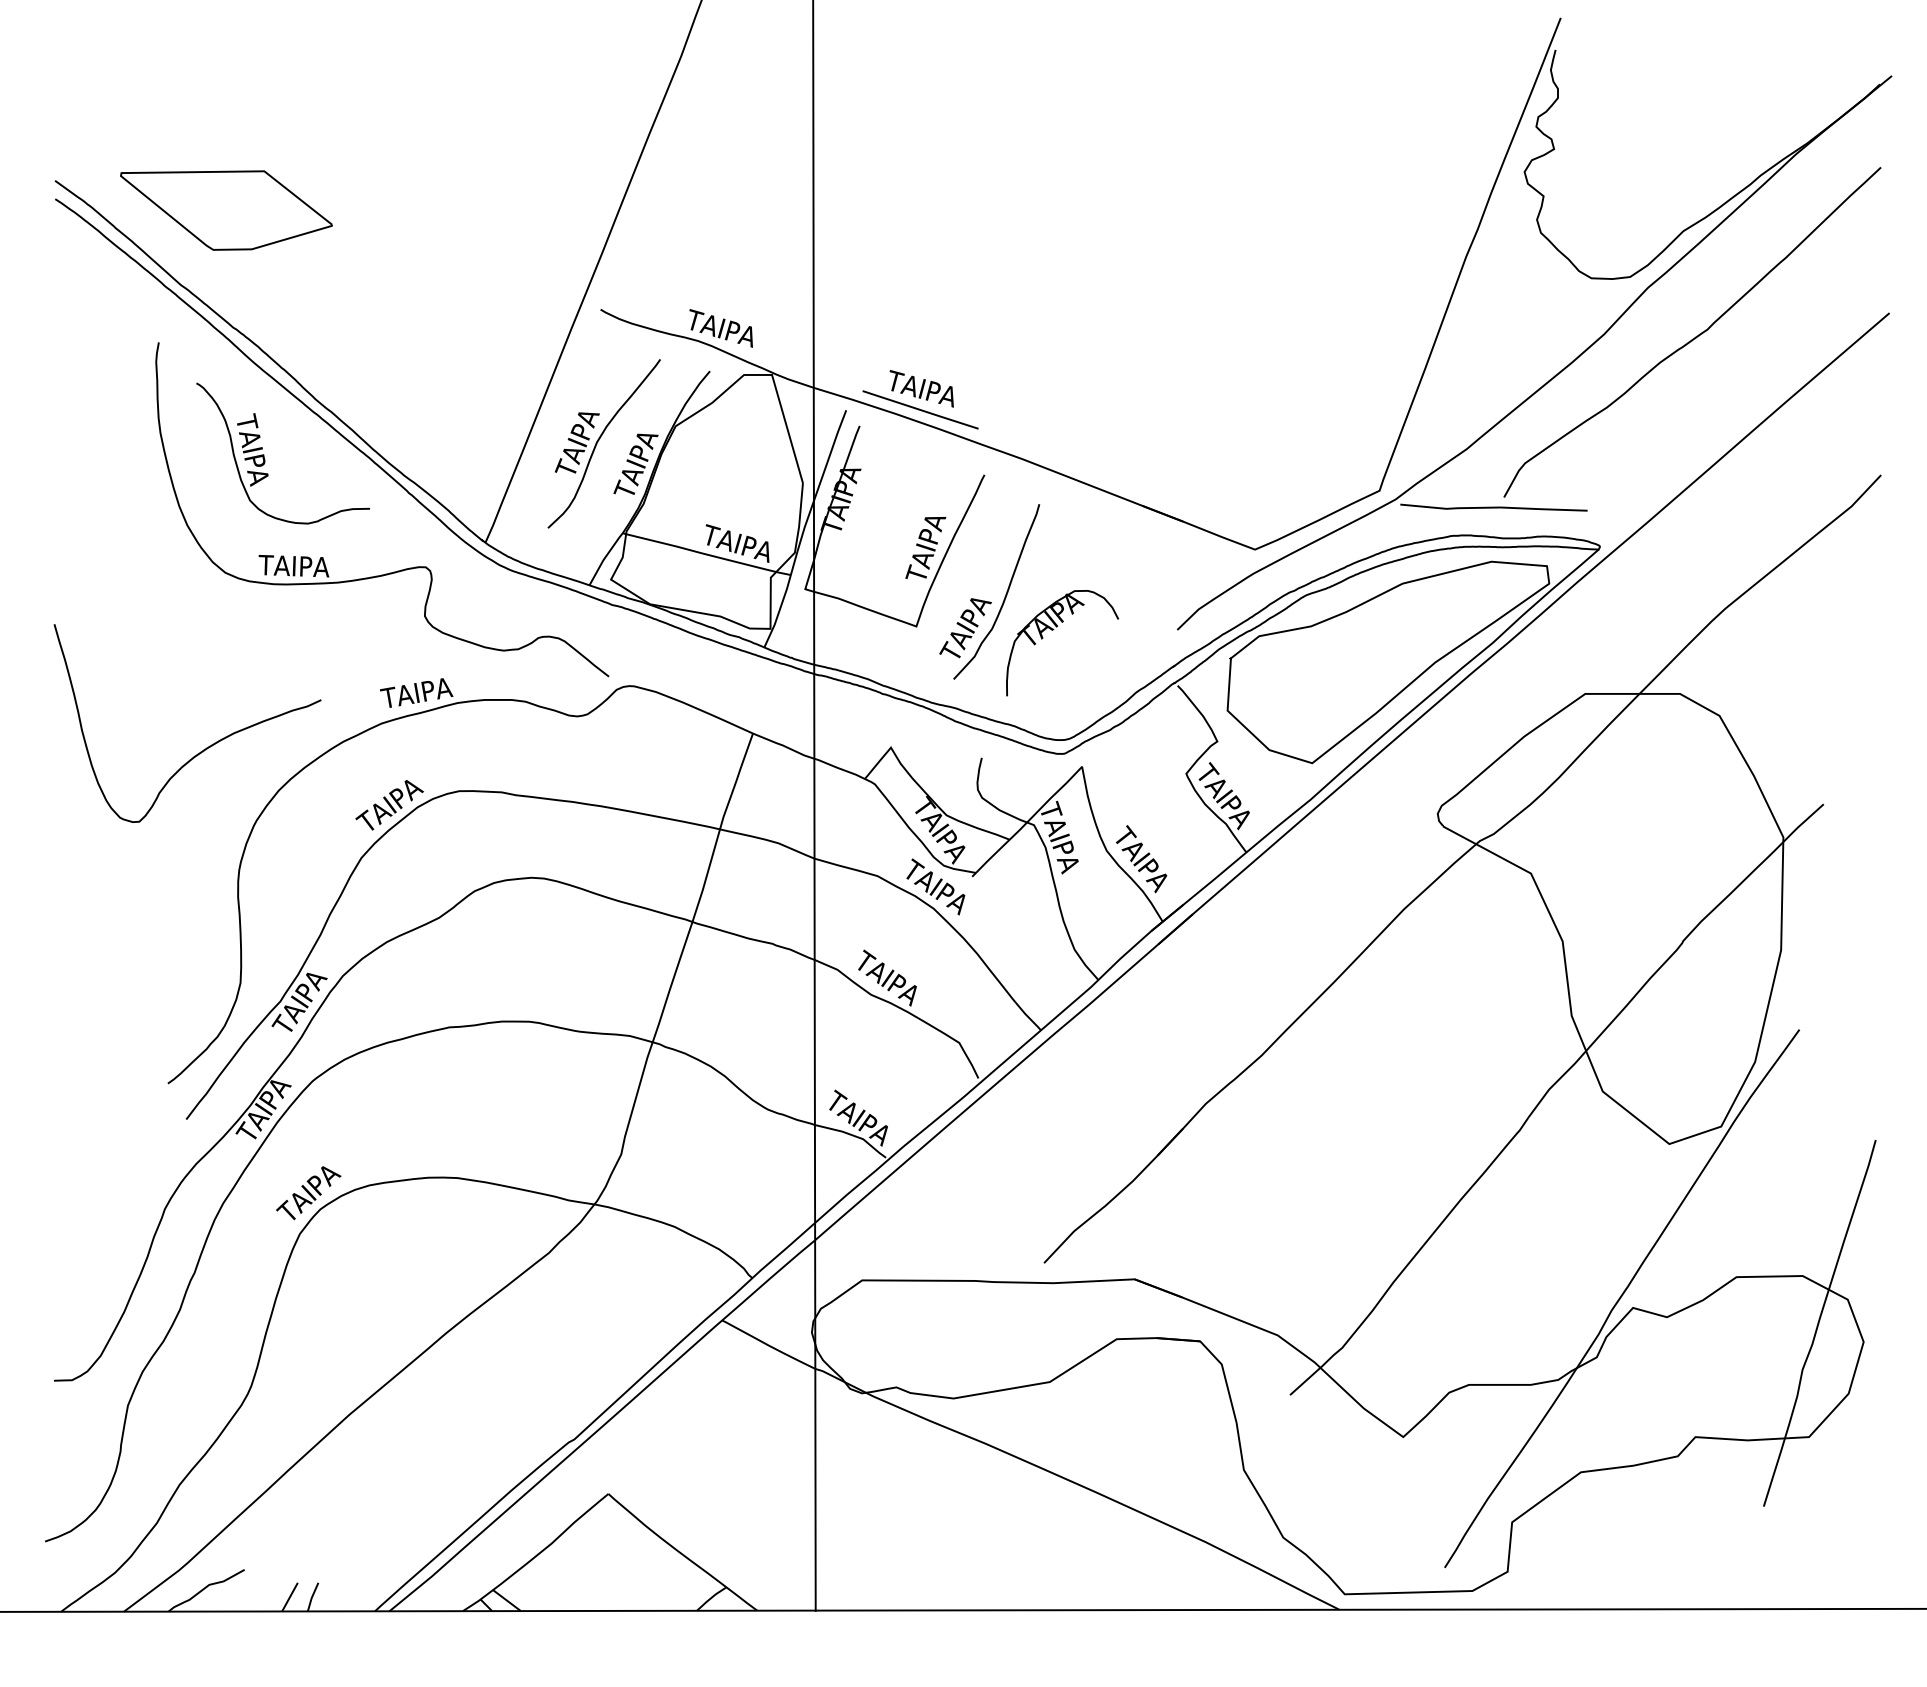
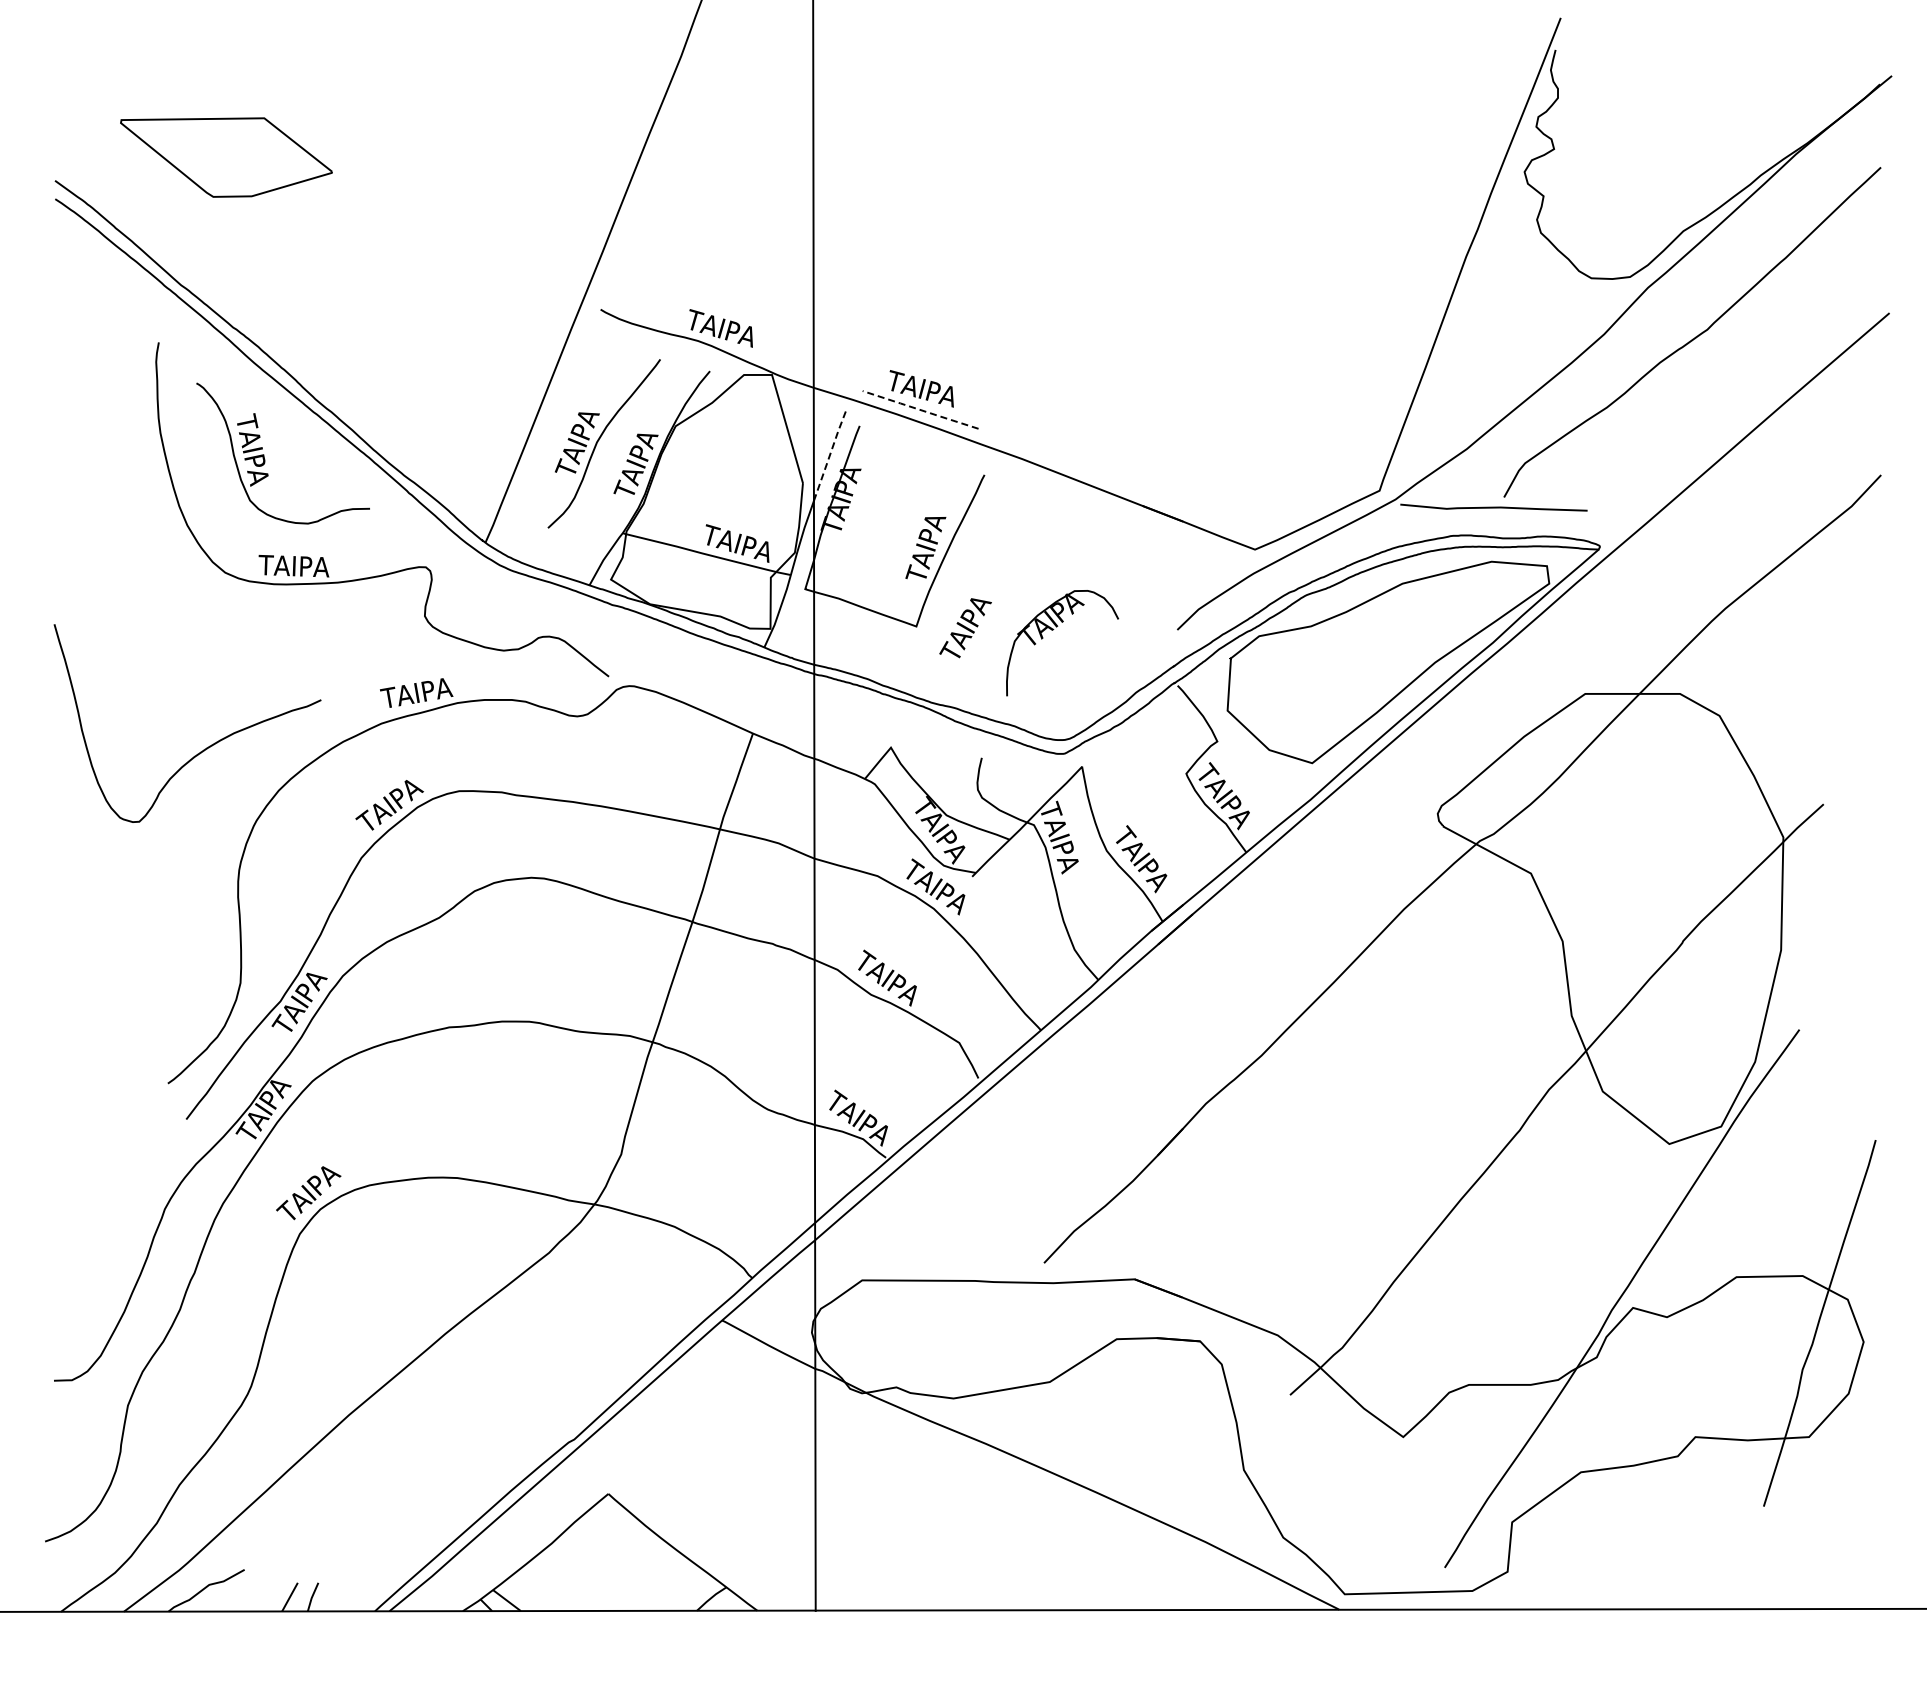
part at (226, 210) position: (226, 210) -> (226, 157)
line at (920, 410): solid -> dashed
line at (830, 454): solid -> dashed
curve at (1004, 596): present -> none
